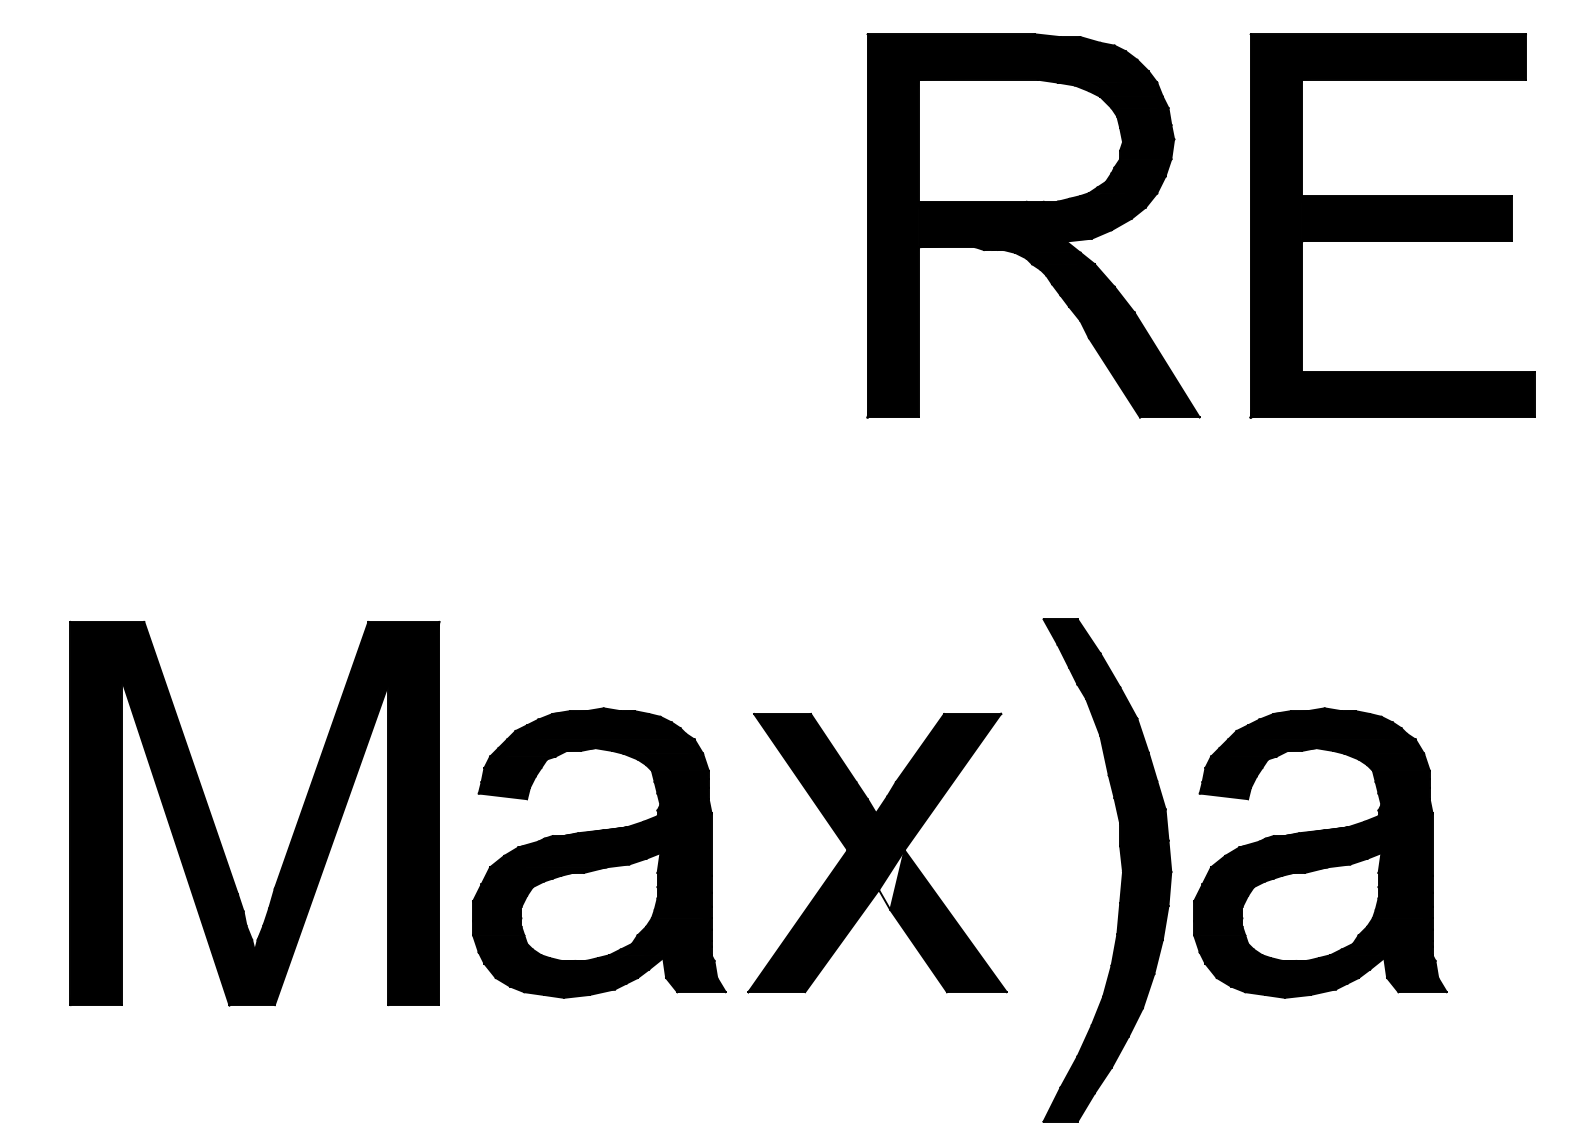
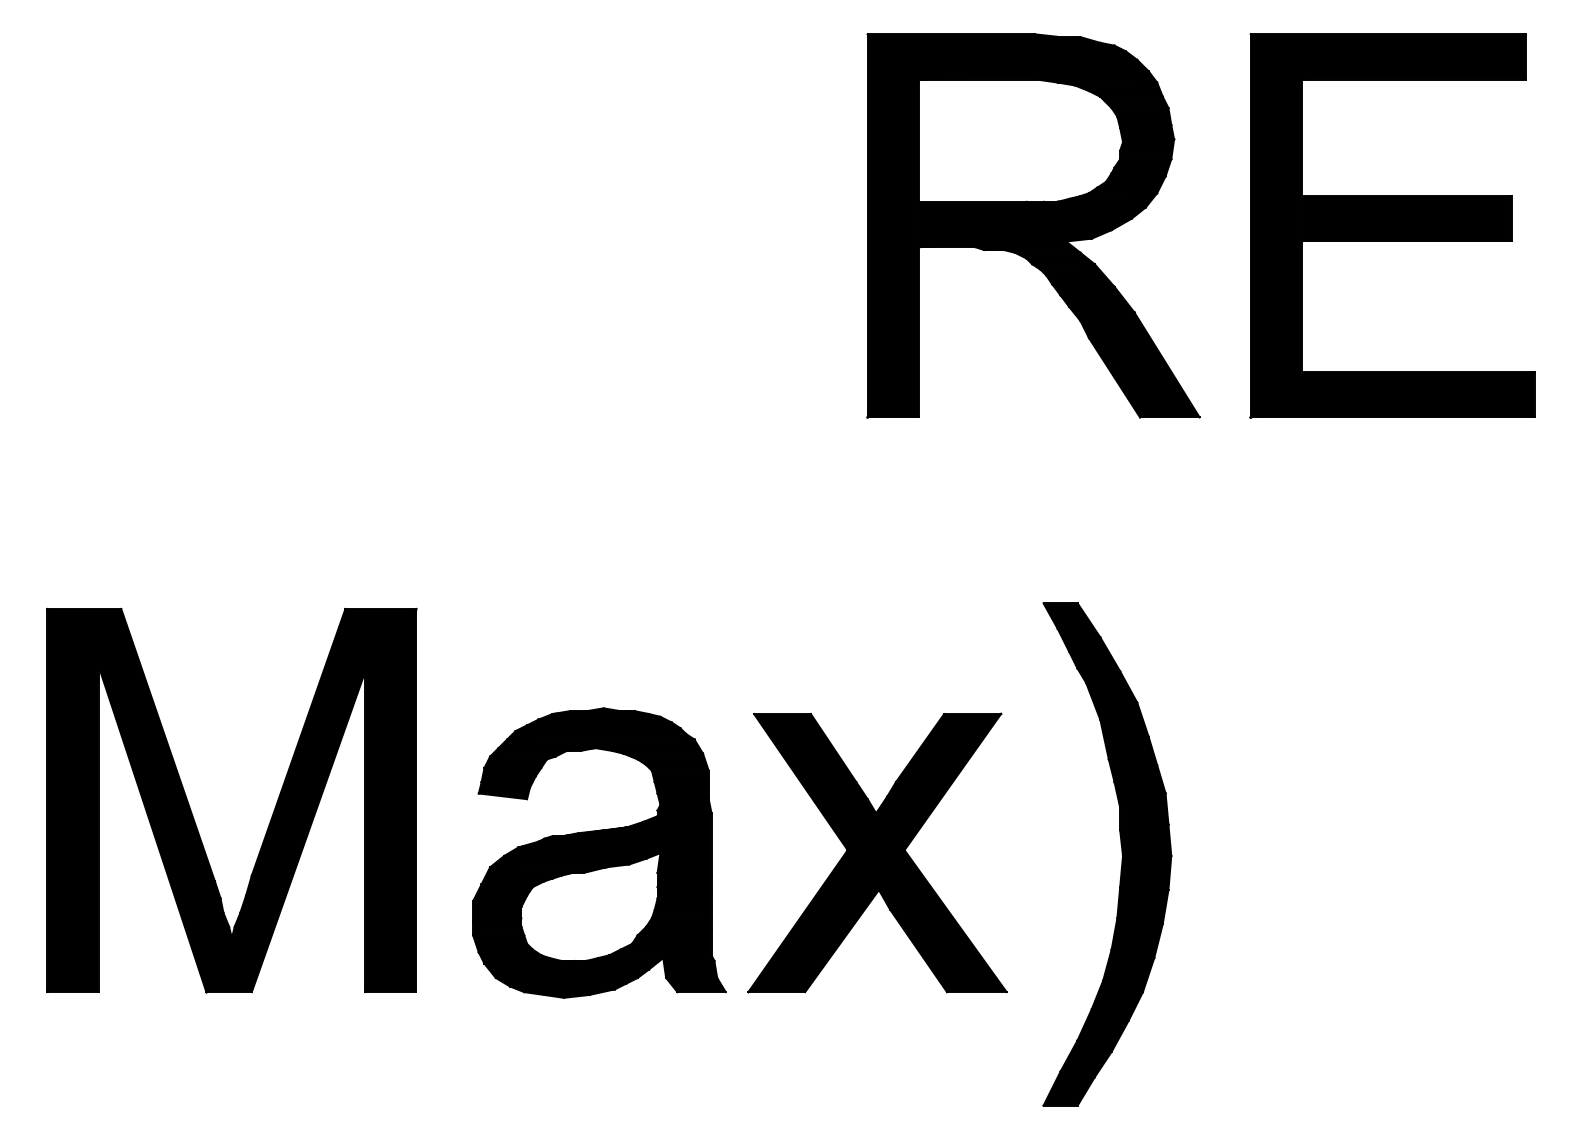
part at (215, 825) position: (215, 825) -> (192, 812)
part at (1320, 852): present -> none
part at (1121, 869) position: (1121, 869) -> (1121, 853)
fill at (891, 879): none -> present
